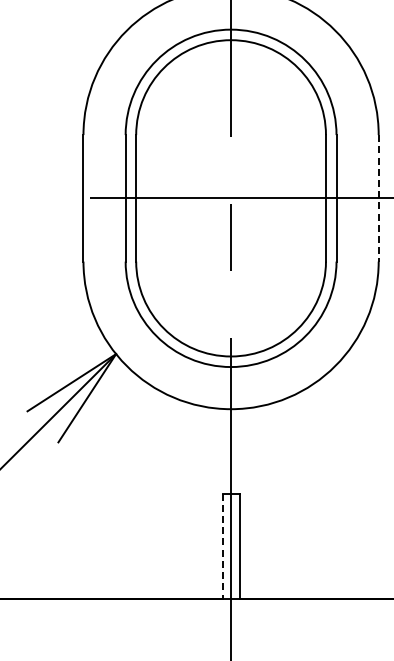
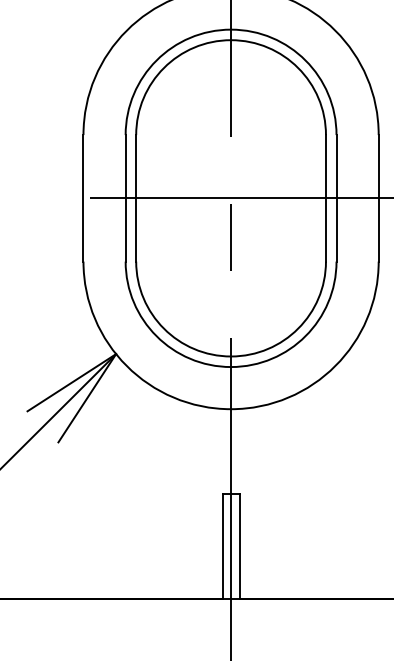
line at (378, 198): dashed -> solid
line at (222, 546): dashed -> solid
